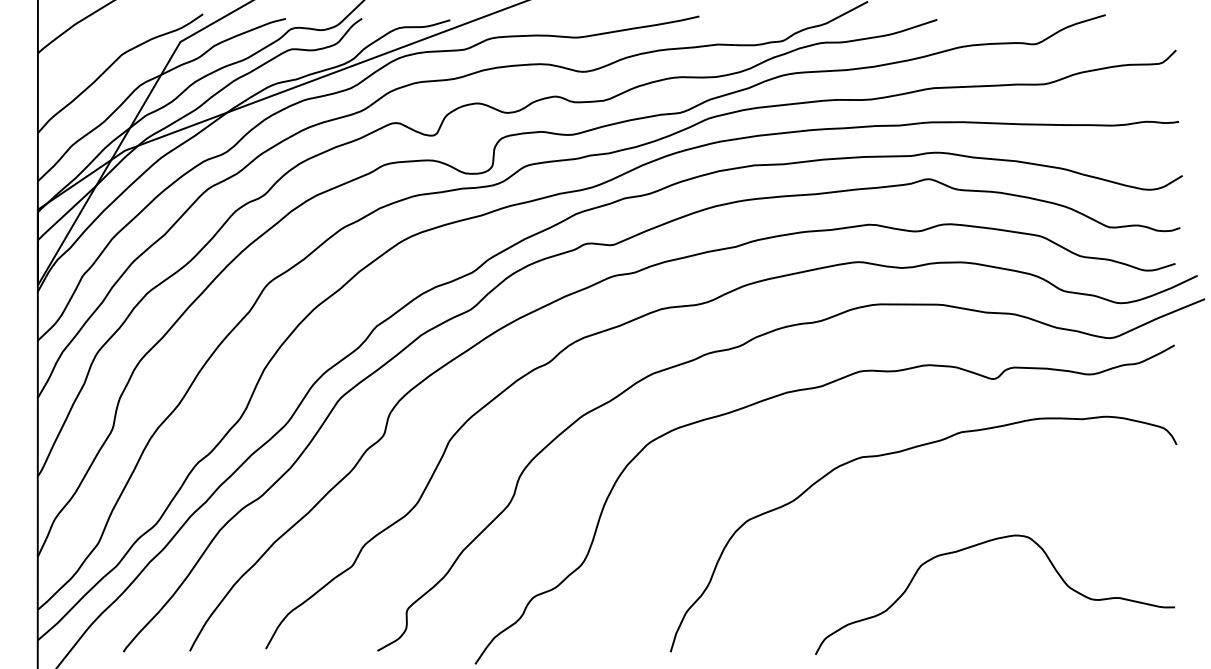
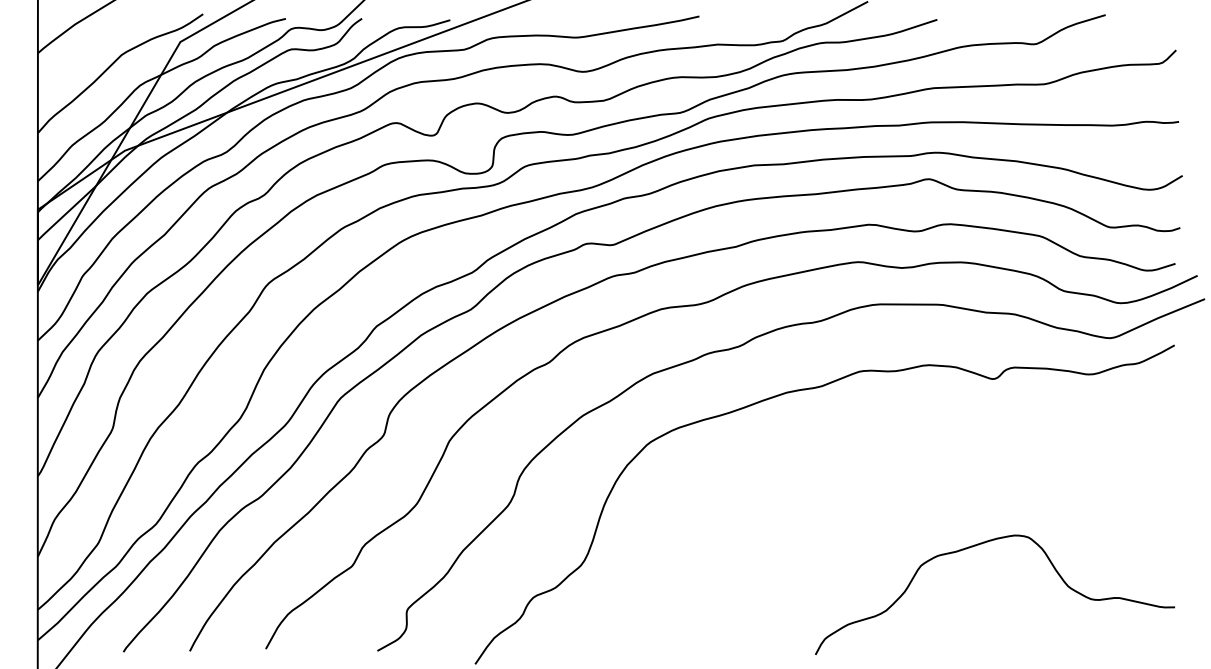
curve at (901, 452): present -> none
